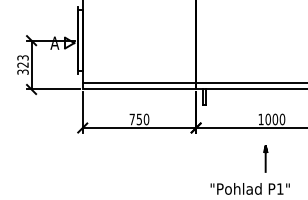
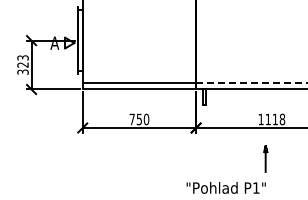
line at (251, 82): solid -> dashed
text at (275, 119): 1000 -> 1118
text at (249, 188) position: (249, 188) -> (225, 187)
